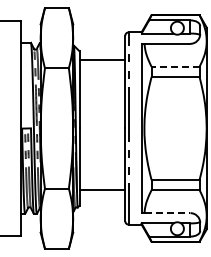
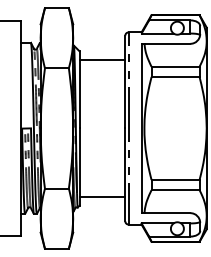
line at (175, 66): dashed -> solid
line at (102, 189) position: (102, 189) -> (102, 196)
line at (167, 213): dashed -> solid
